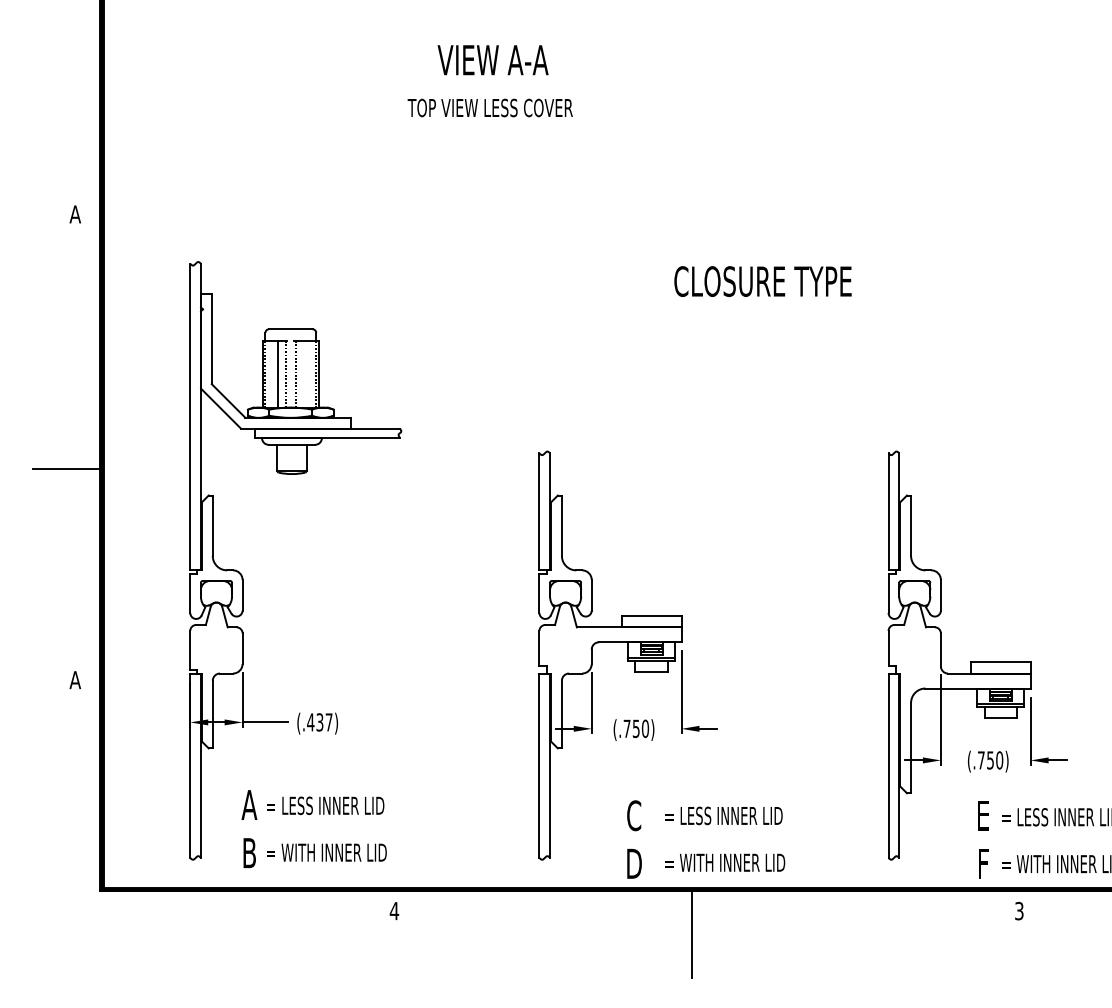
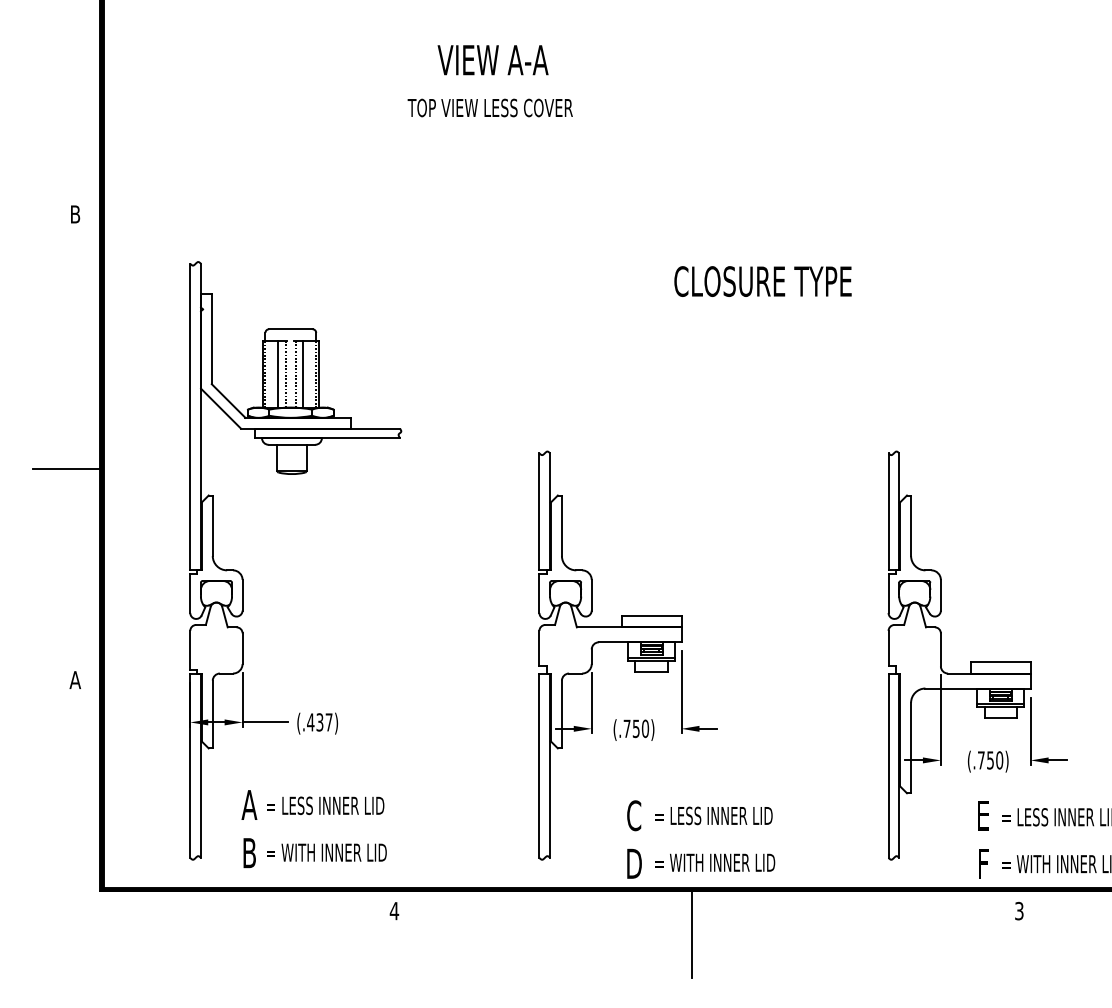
text at (74, 214): A -> B
line at (303, 374): none -> present
text at (725, 838) position: (725, 838) -> (715, 838)
